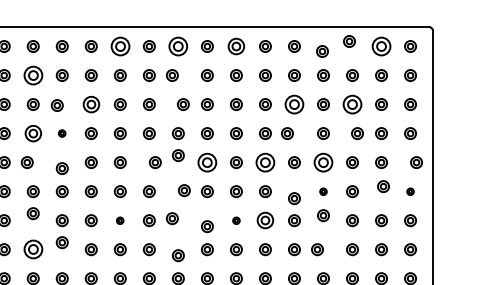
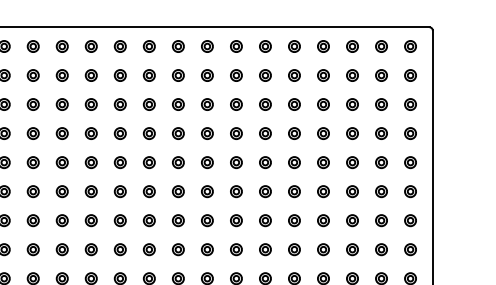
part at (349, 41) position: (349, 41) -> (352, 46)
part at (120, 46) size: 21x21 px -> 14x13 px
part at (178, 46) size: 21x21 px -> 13x13 px
part at (235, 46) size: 18x19 px -> 13x13 px
part at (381, 46) size: 21x21 px -> 13x13 px
part at (322, 51) position: (322, 51) -> (323, 46)
part at (33, 75) size: 21x21 px -> 14x13 px
part at (172, 75) position: (172, 75) -> (178, 75)
part at (91, 104) size: 19x19 px -> 14x13 px
part at (183, 104) position: (183, 104) -> (178, 104)
part at (294, 104) size: 21x21 px -> 13x13 px
part at (352, 104) size: 21x21 px -> 13x13 px
part at (56, 105) position: (56, 105) -> (61, 104)
part at (32, 133) size: 18x18 px -> 14x13 px
part at (62, 133) size: 9x9 px -> 14x13 px
part at (287, 133) position: (287, 133) -> (294, 133)
part at (357, 133) position: (357, 133) -> (352, 133)
part at (178, 155) position: (178, 155) -> (178, 162)
part at (26, 162) position: (26, 162) -> (32, 162)
part at (154, 162) position: (154, 162) -> (148, 162)
part at (207, 162) size: 21x21 px -> 13x13 px
part at (265, 162) size: 21x21 px -> 13x13 px
part at (323, 162) size: 21x21 px -> 13x13 px
part at (416, 162) position: (416, 162) -> (410, 162)
part at (61, 168) position: (61, 168) -> (61, 162)
part at (383, 186) position: (383, 186) -> (381, 191)
part at (184, 190) position: (184, 190) -> (178, 191)
part at (323, 191) size: 9x9 px -> 13x14 px
part at (410, 191) size: 9x9 px -> 13x14 px
part at (294, 198) position: (294, 198) -> (294, 191)
part at (32, 213) position: (32, 213) -> (32, 220)
part at (323, 215) position: (323, 215) -> (323, 220)
part at (172, 218) position: (172, 218) -> (178, 220)
part at (120, 220) size: 9x9 px -> 14x14 px
part at (236, 220) size: 9x9 px -> 13x14 px
part at (265, 220) size: 19x19 px -> 13x14 px
part at (207, 226) position: (207, 226) -> (207, 220)
part at (61, 242) position: (61, 242) -> (61, 249)
part at (33, 249) size: 21x21 px -> 14x14 px
part at (317, 249) position: (317, 249) -> (323, 249)
part at (178, 255) position: (178, 255) -> (178, 249)
